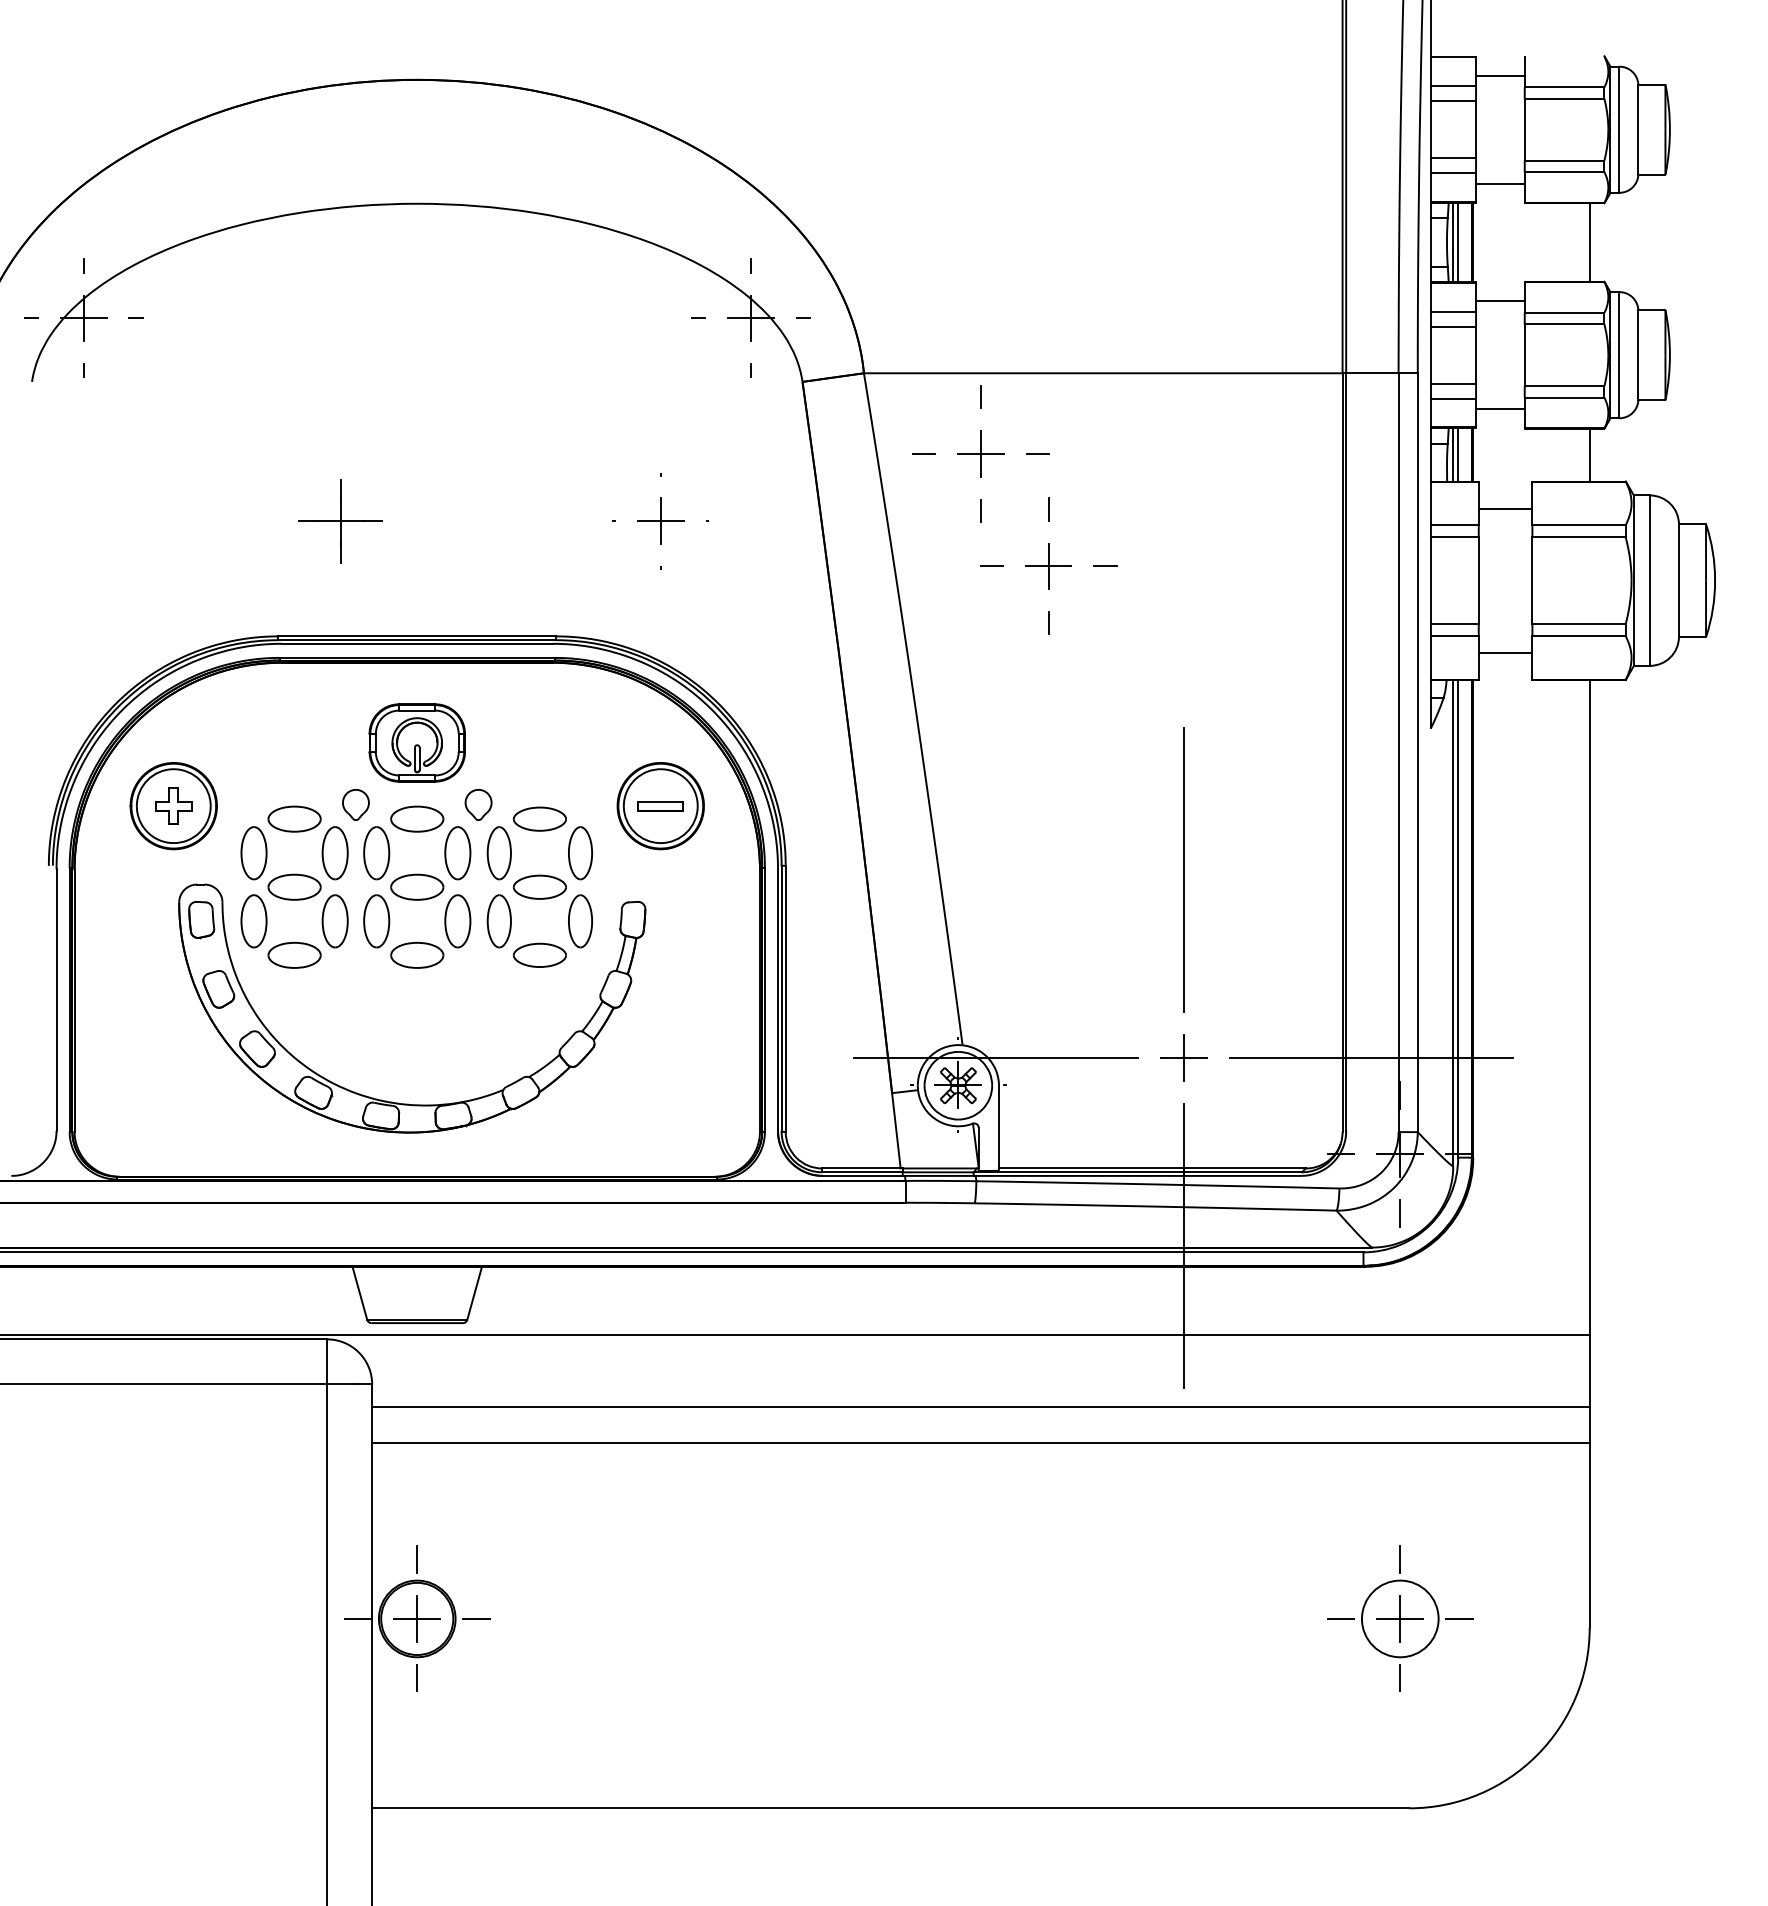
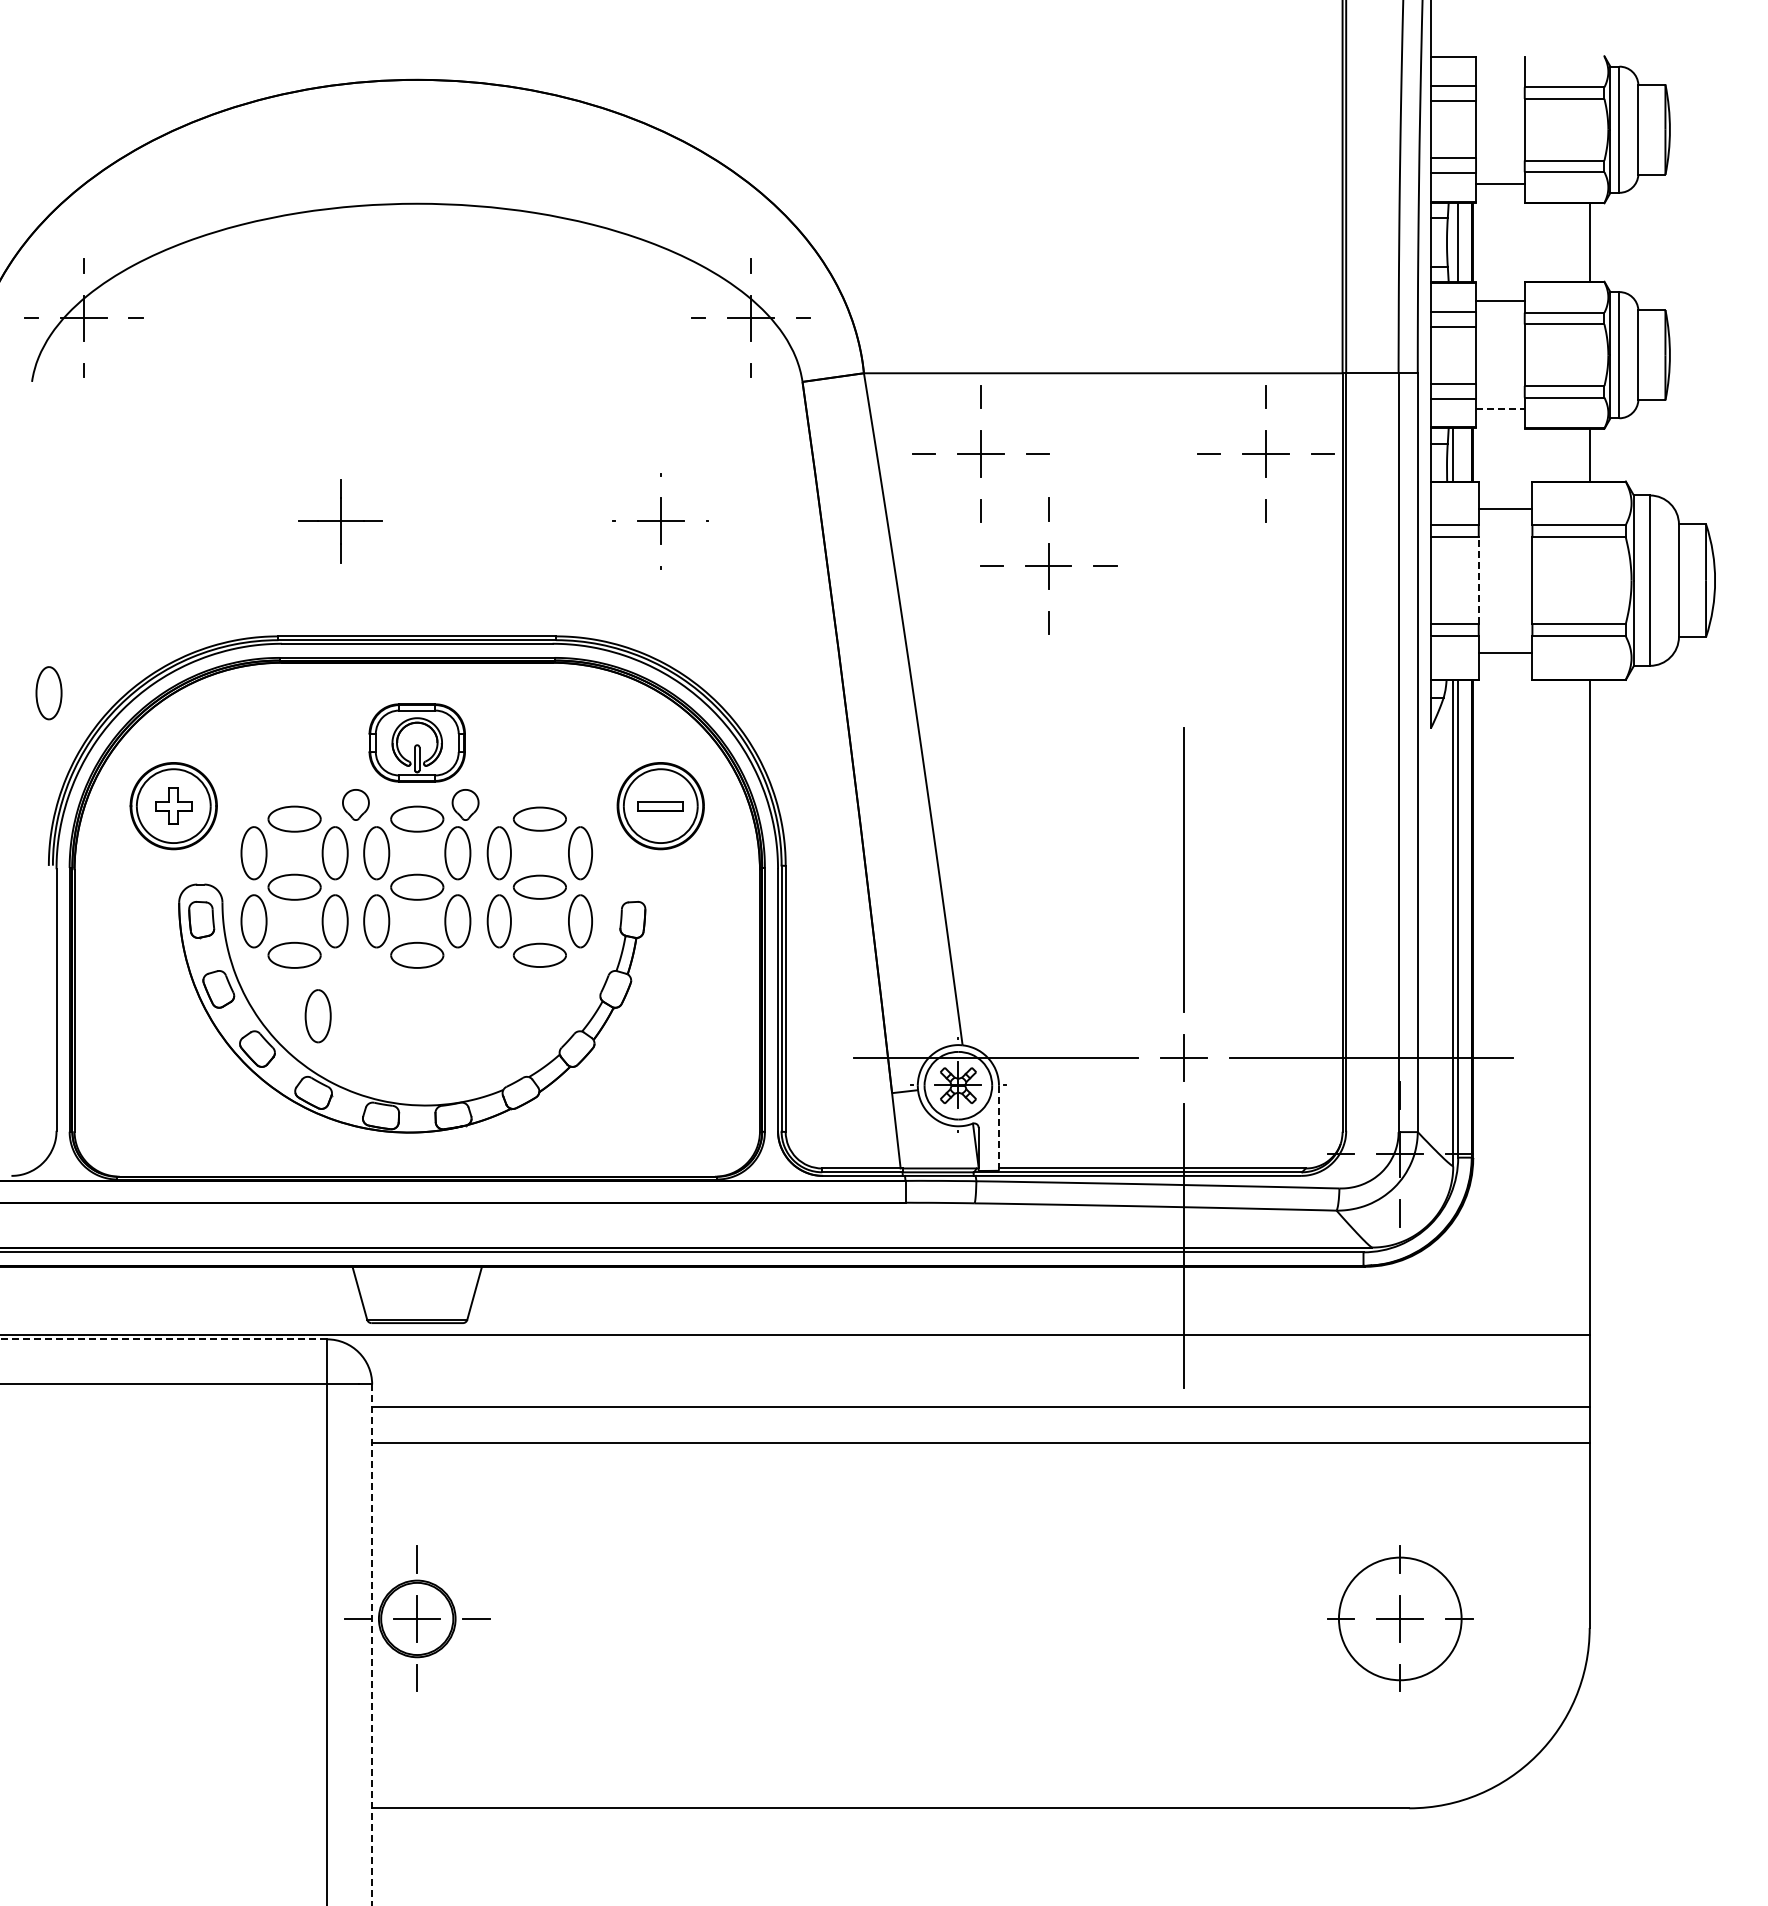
line at (1500, 75): present -> none
line at (1453, 242): present -> none
line at (1500, 409): solid -> dashed
part at (1265, 453): none -> present
line at (1458, 454): present -> none
line at (1478, 580): solid -> dashed
part at (48, 693): none -> present
part at (478, 804) position: (478, 804) -> (465, 804)
part at (317, 1016): none -> present
line at (998, 1127): solid -> dashed
line at (163, 1339): solid -> dashed
circle at (1399, 1618) diameter: 77 px -> 123 px
line at (372, 1645): solid -> dashed
